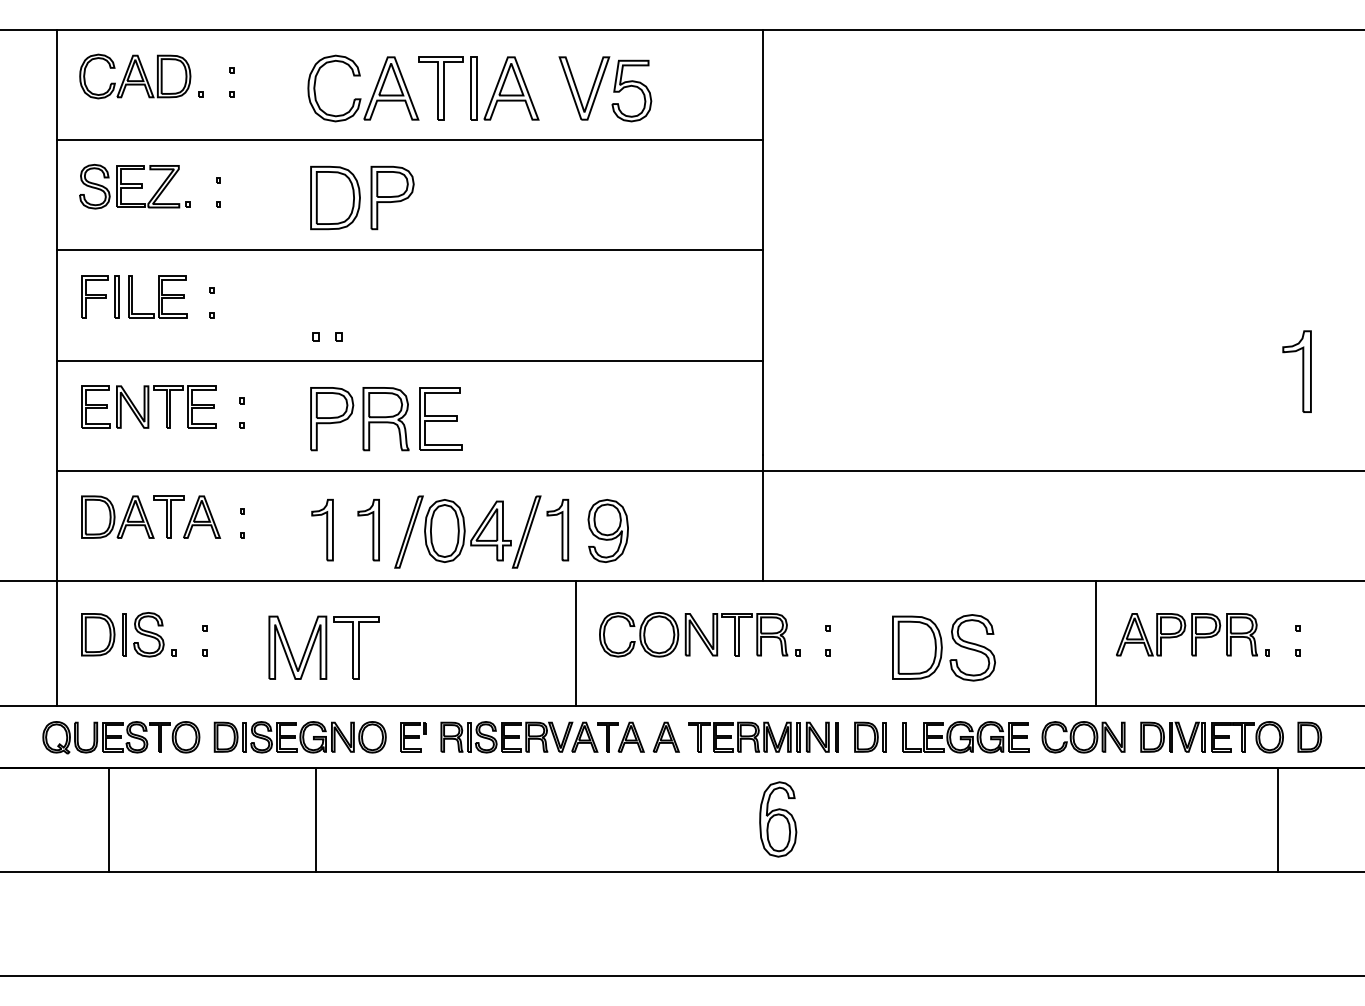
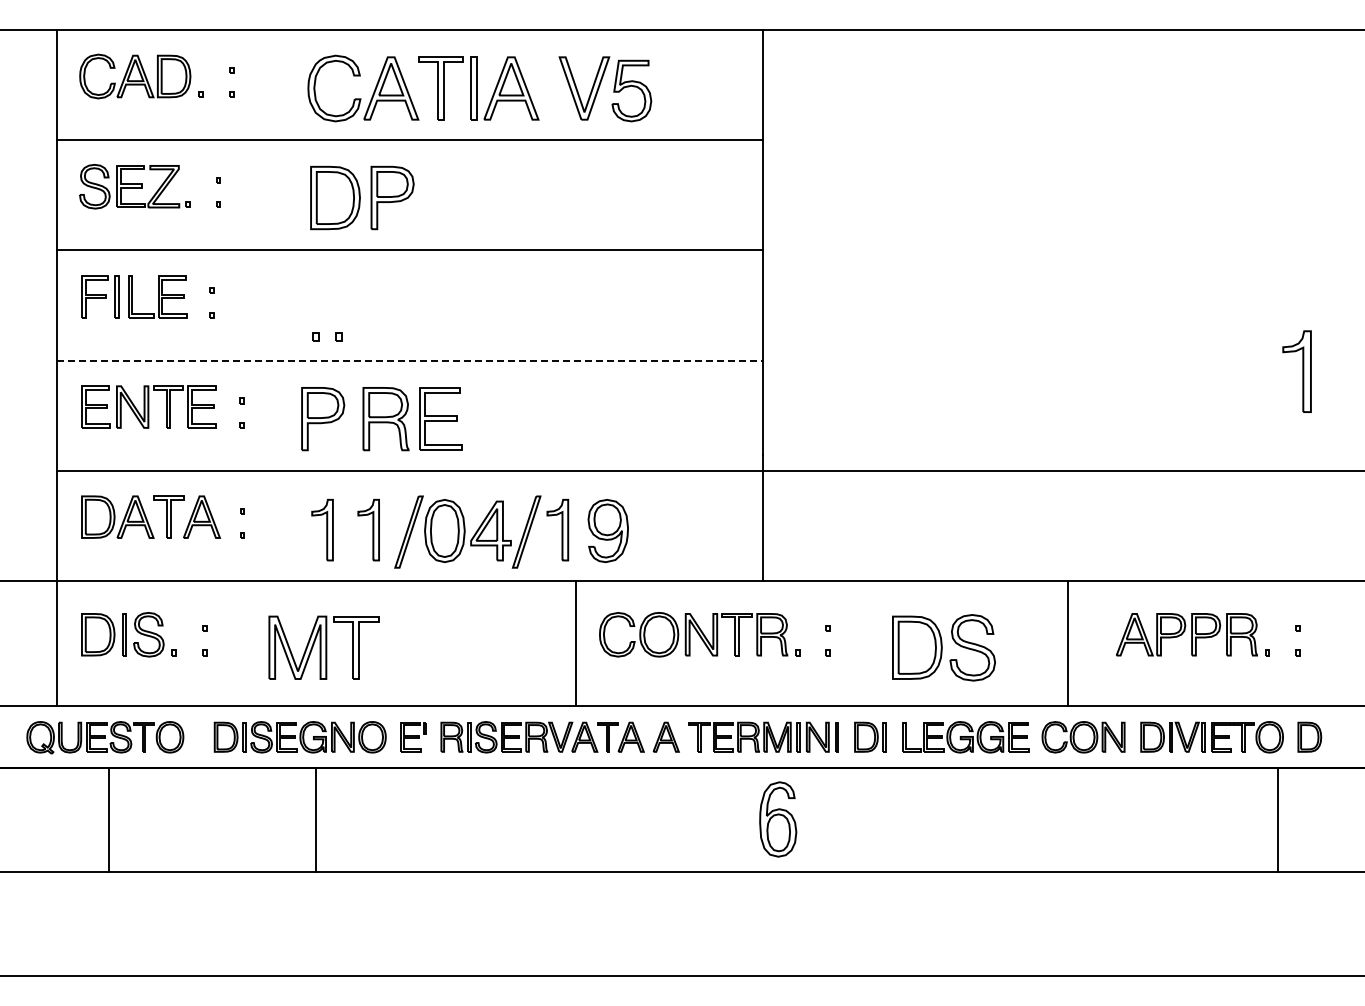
line at (410, 360): solid -> dashed
part at (332, 419) position: (332, 419) -> (323, 419)
line at (1096, 642) position: (1096, 642) -> (1068, 642)
part at (121, 737) position: (121, 737) -> (105, 737)
